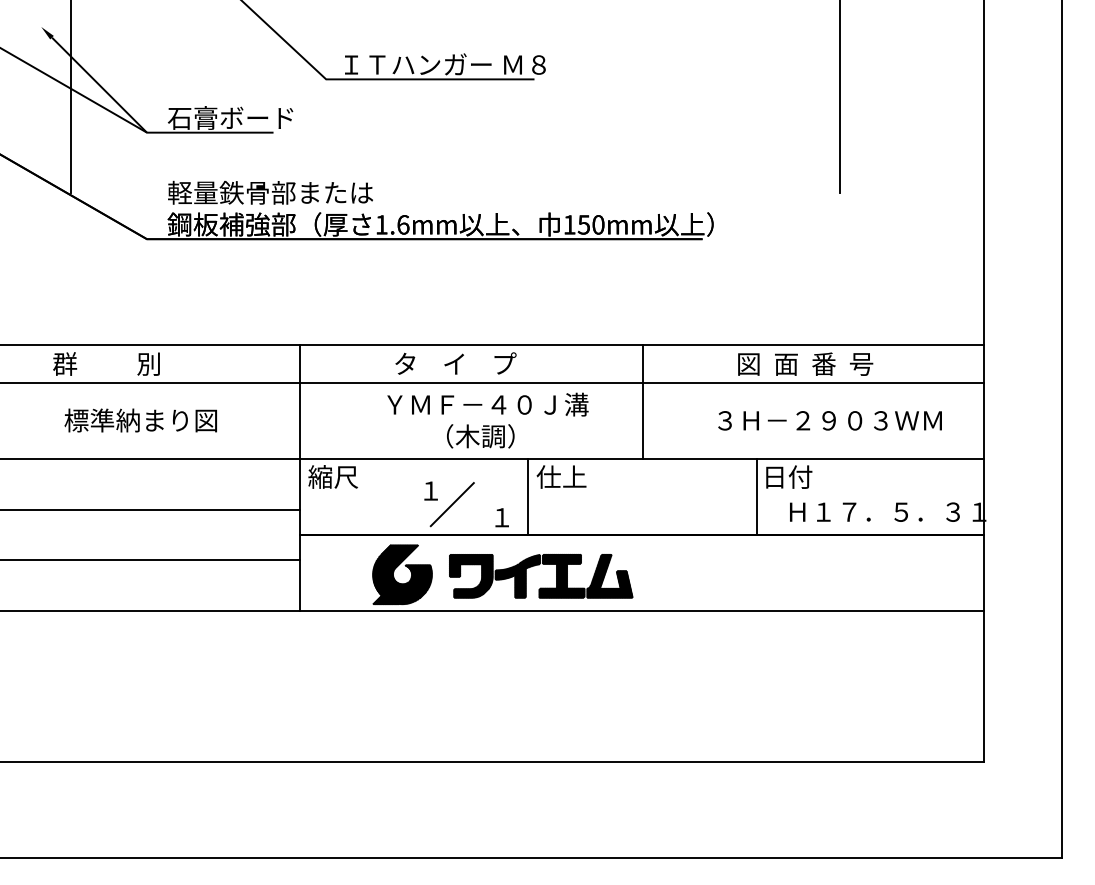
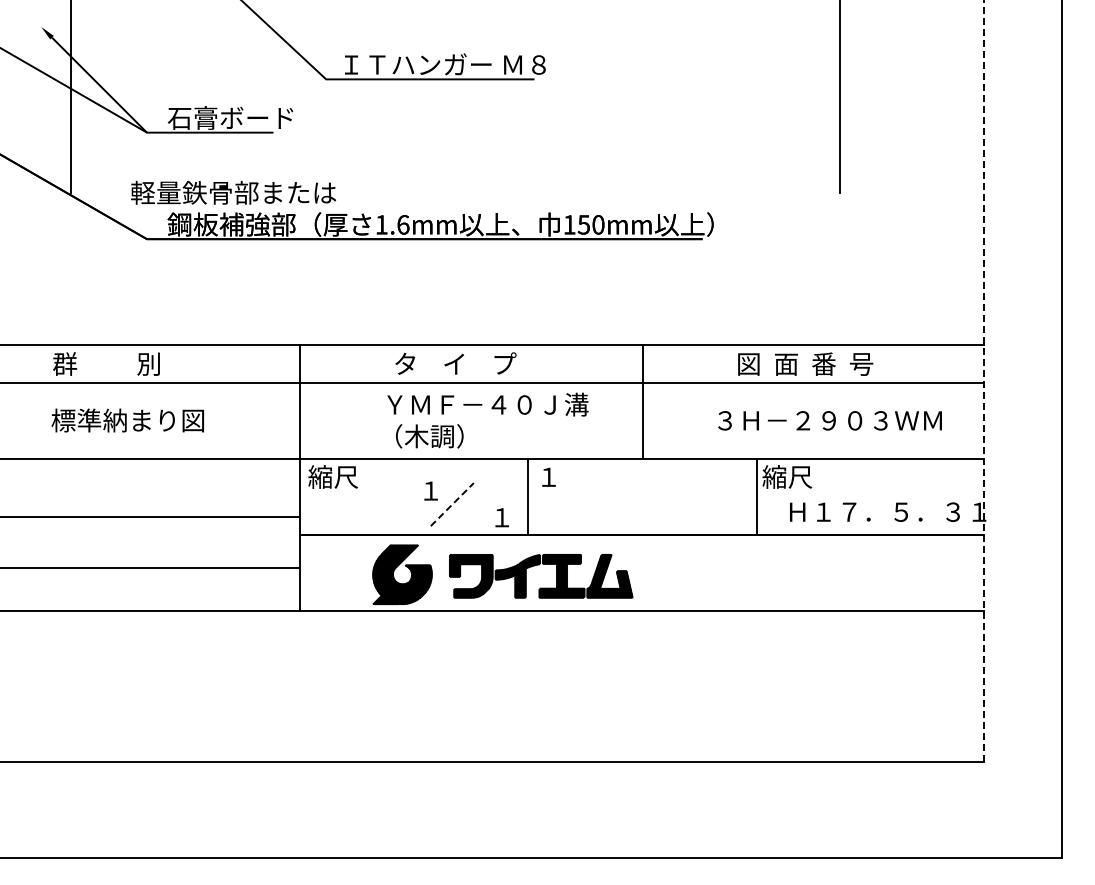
text at (270, 192) position: (270, 192) -> (233, 192)
line at (984, 381): solid -> dashed
text at (140, 420) position: (140, 420) -> (127, 420)
text at (480, 436) position: (480, 436) -> (429, 436)
text at (561, 476): 仕上 -> １
text at (787, 476): 日付 -> 縮尺
line at (452, 504): solid -> dashed
line at (151, 509) position: (151, 509) -> (151, 516)
line at (151, 560) position: (151, 560) -> (151, 568)
